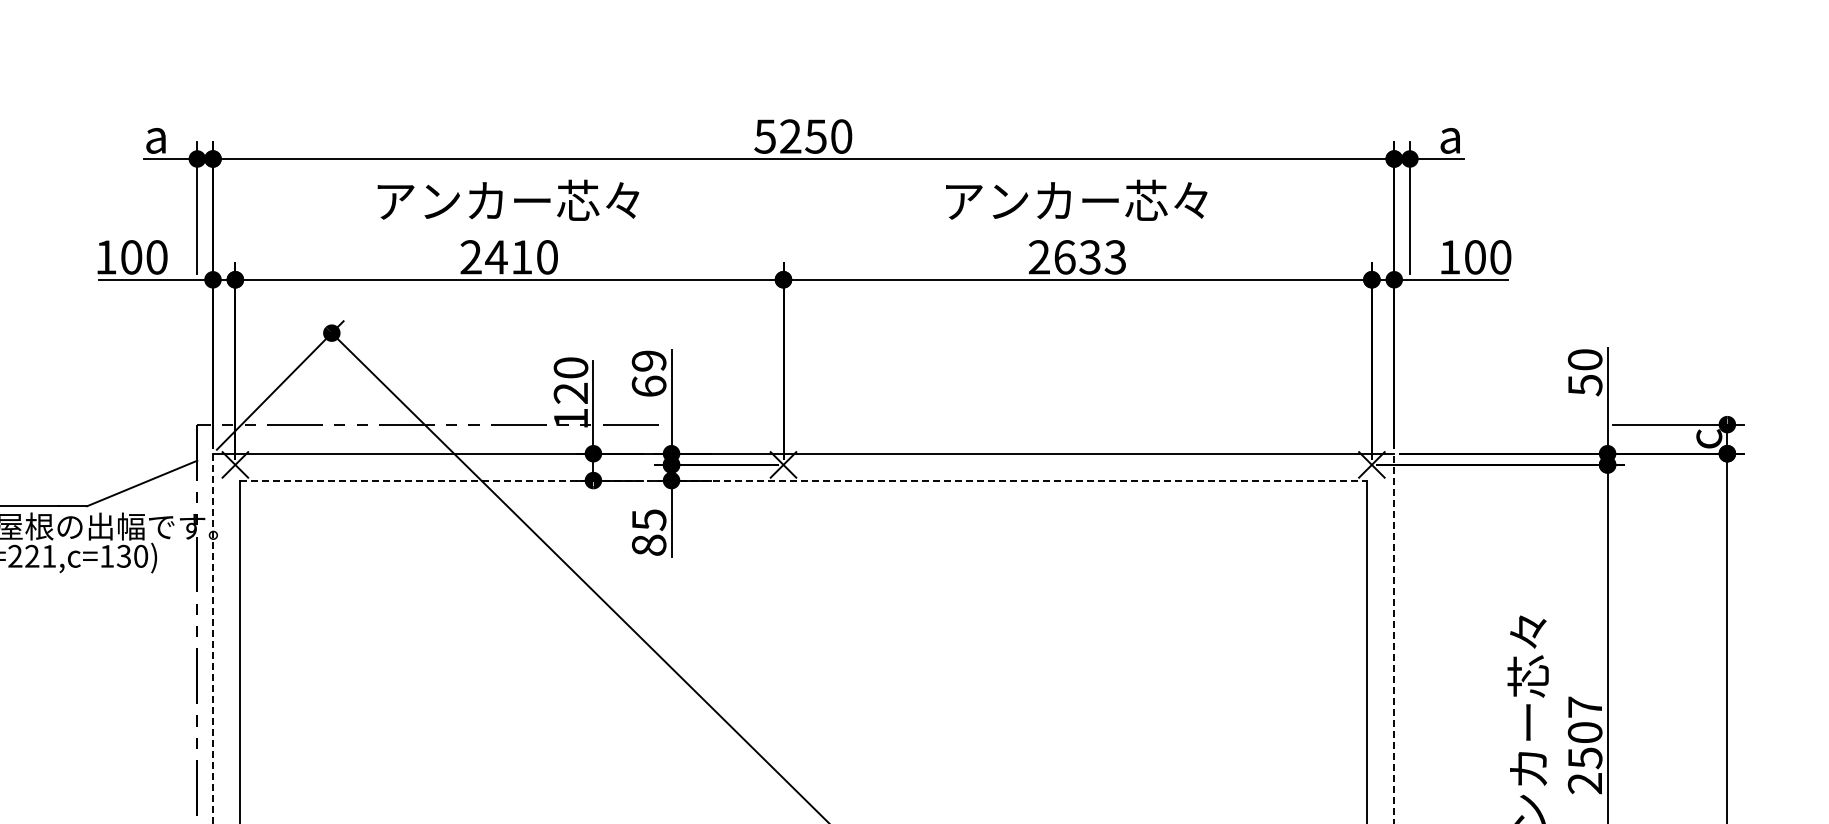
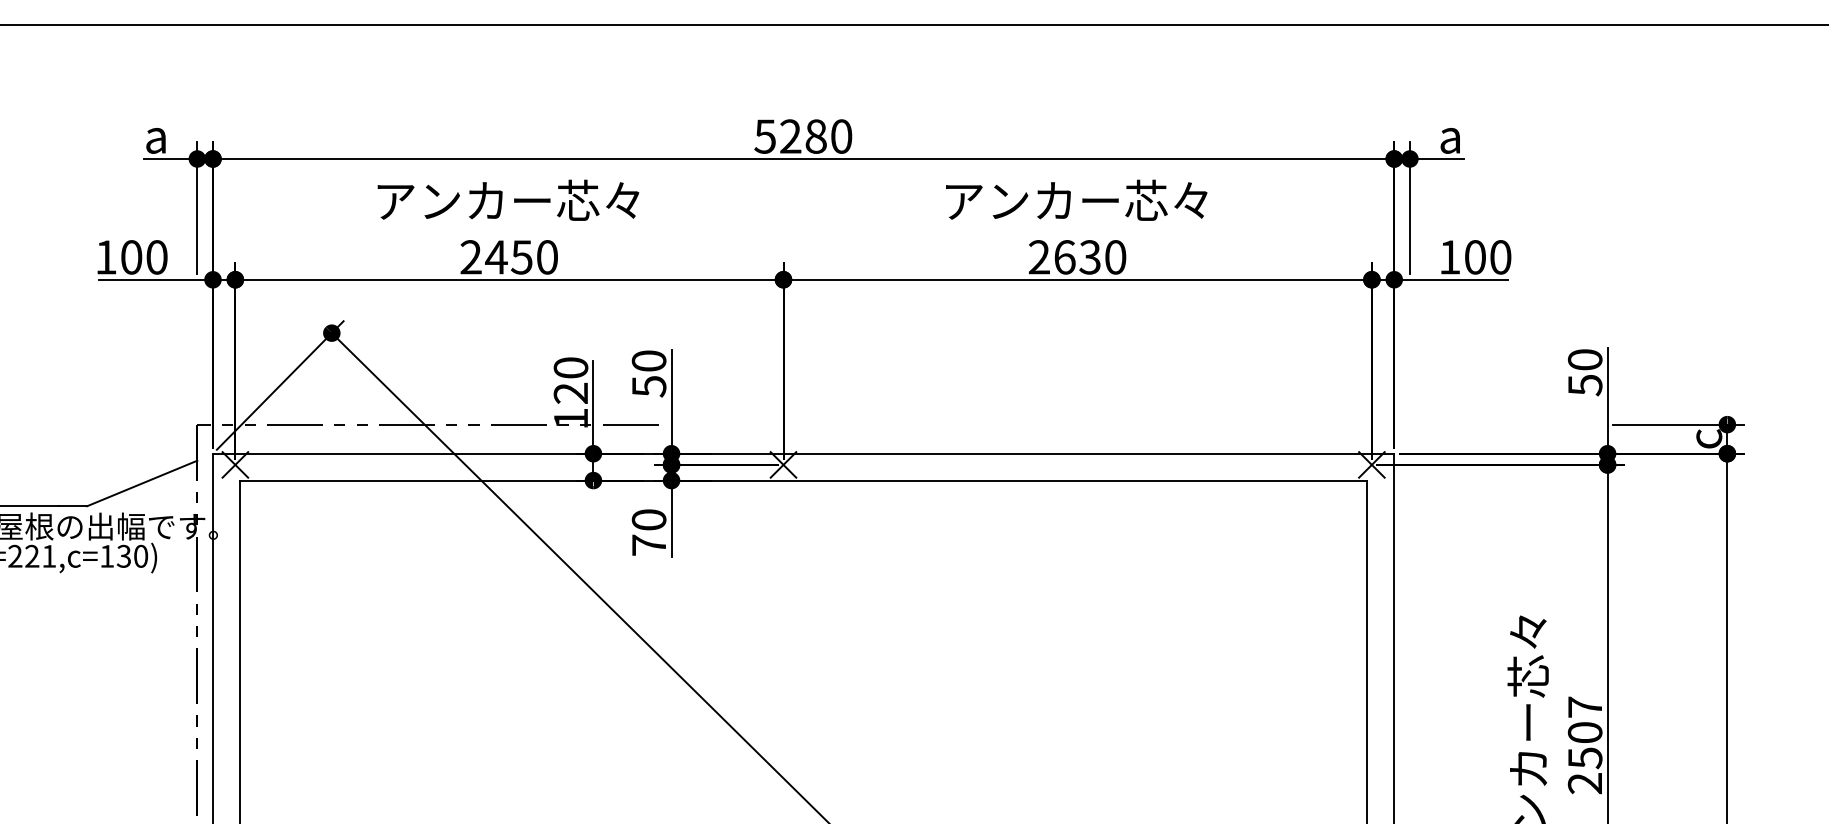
line at (913, 24): none -> present
text at (815, 136): 5250 -> 5280
text at (521, 257): 2410 -> 2450
text at (1115, 257): 2633 -> 2630
text at (648, 373): 69 -> 50
line at (803, 480): dashed -> solid
text at (648, 532): 85 -> 70
line at (213, 638): dashed -> solid
line at (1394, 638): dashed -> solid
